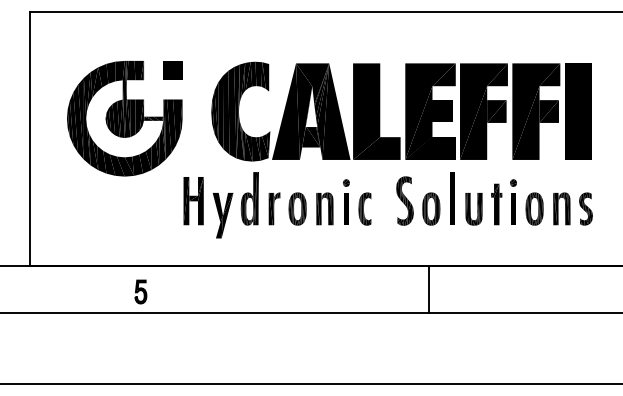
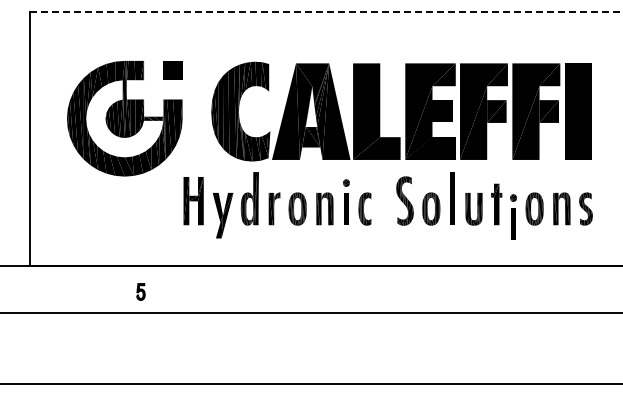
line at (326, 11): solid -> dashed
part at (513, 201) position: (513, 201) -> (513, 216)
line at (428, 289): present -> none
part at (140, 291) size: 14x26 px -> 10x18 px
